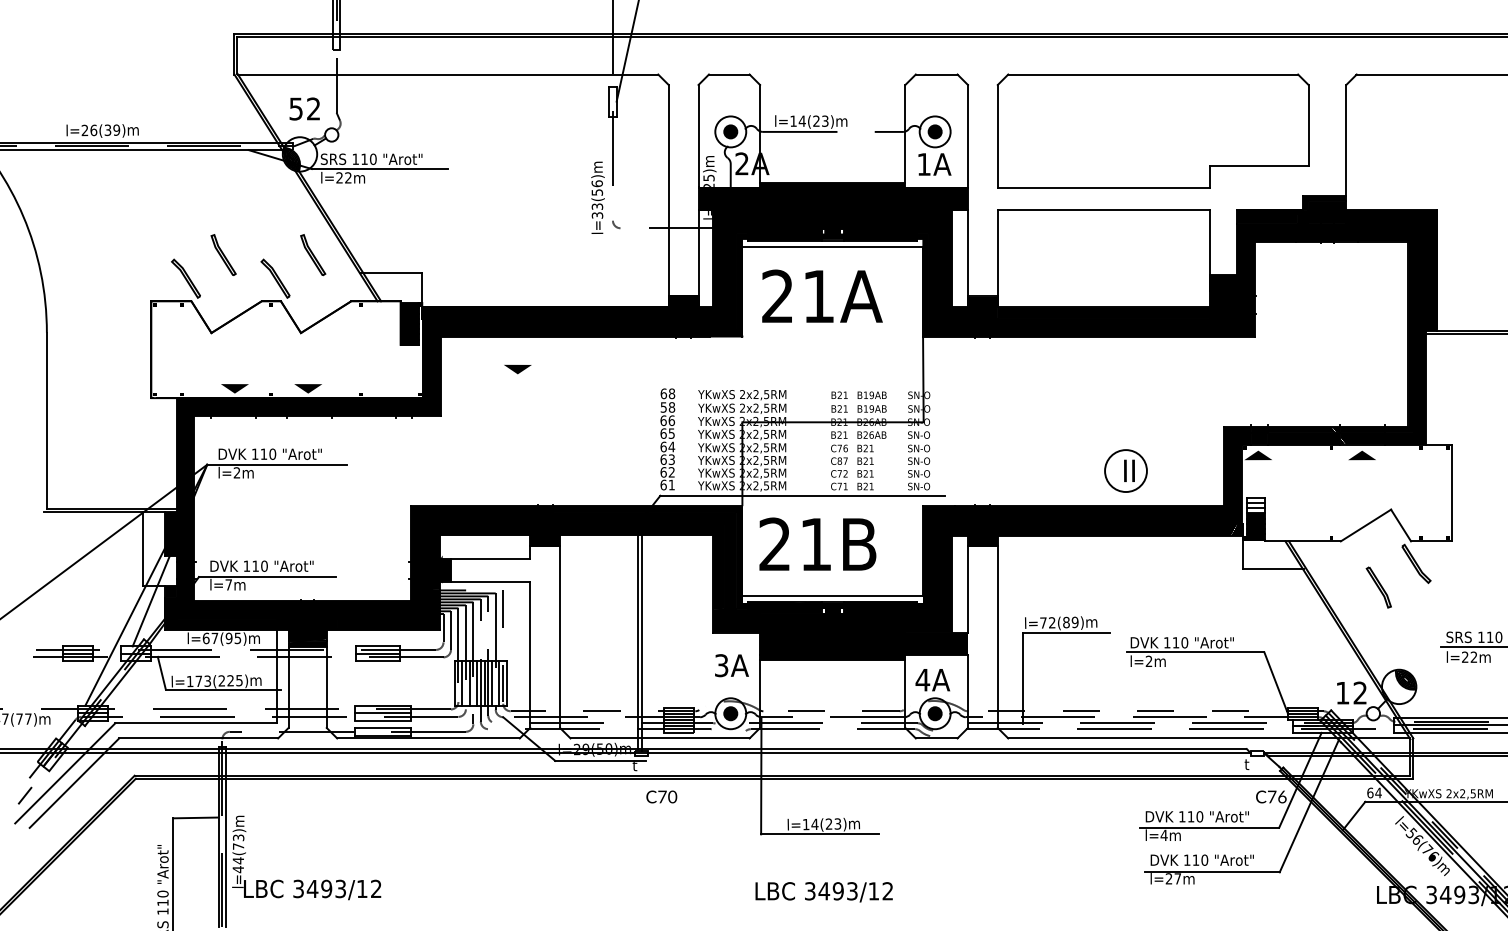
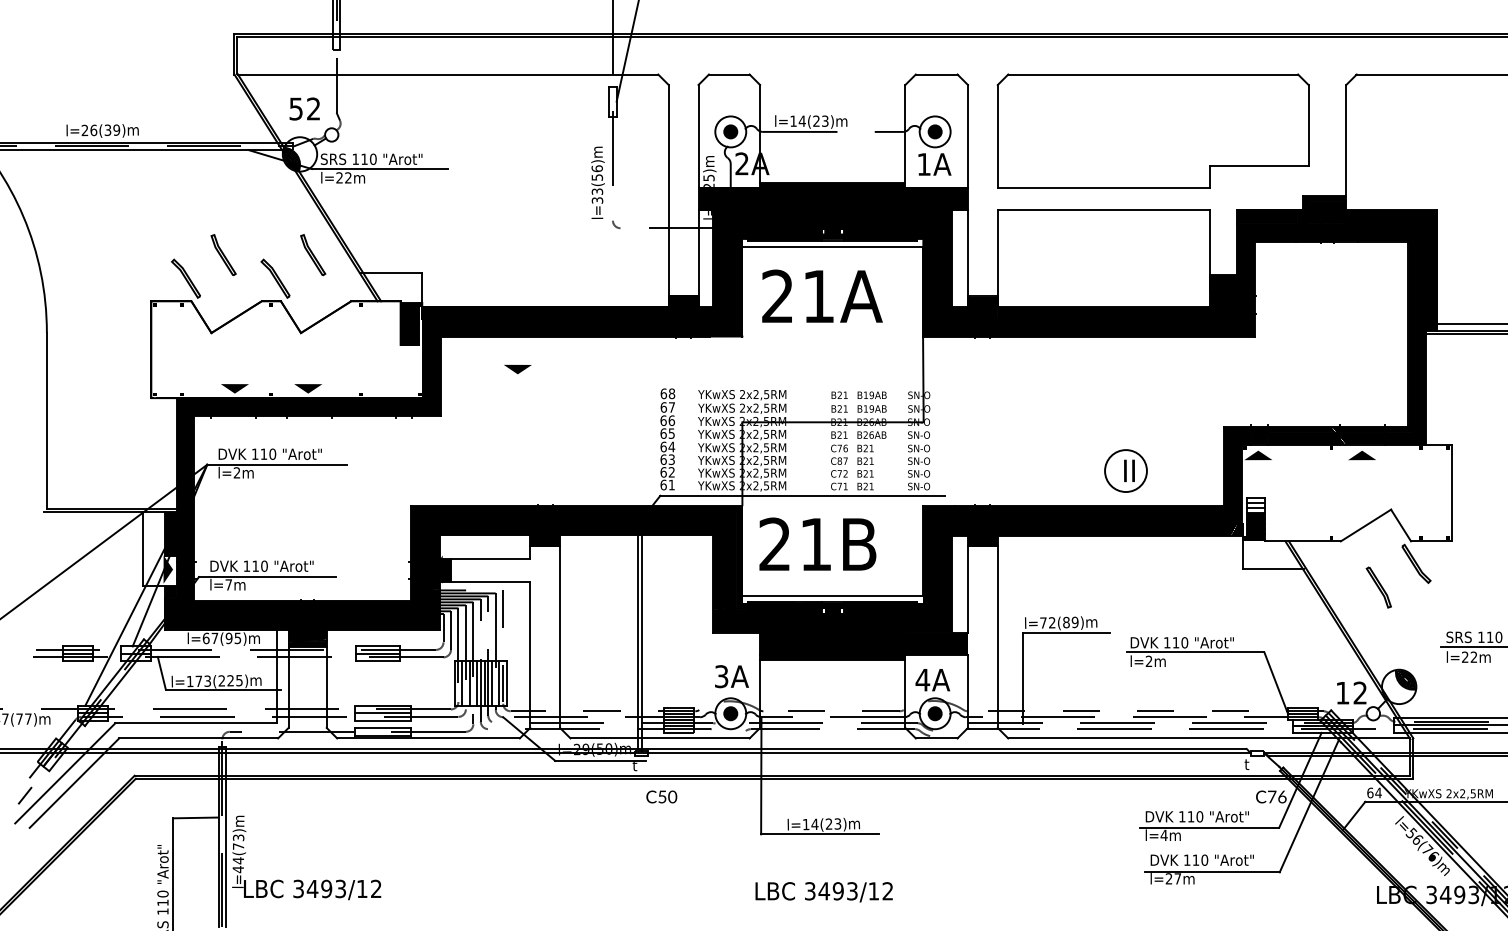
text at (597, 197) position: (597, 197) -> (597, 182)
line at (1465, 323): none -> present
text at (667, 407): 58 -> 67
fill at (168, 569): none -> present
text at (731, 665) position: (731, 665) -> (731, 676)
text at (662, 796): C70 -> C50
